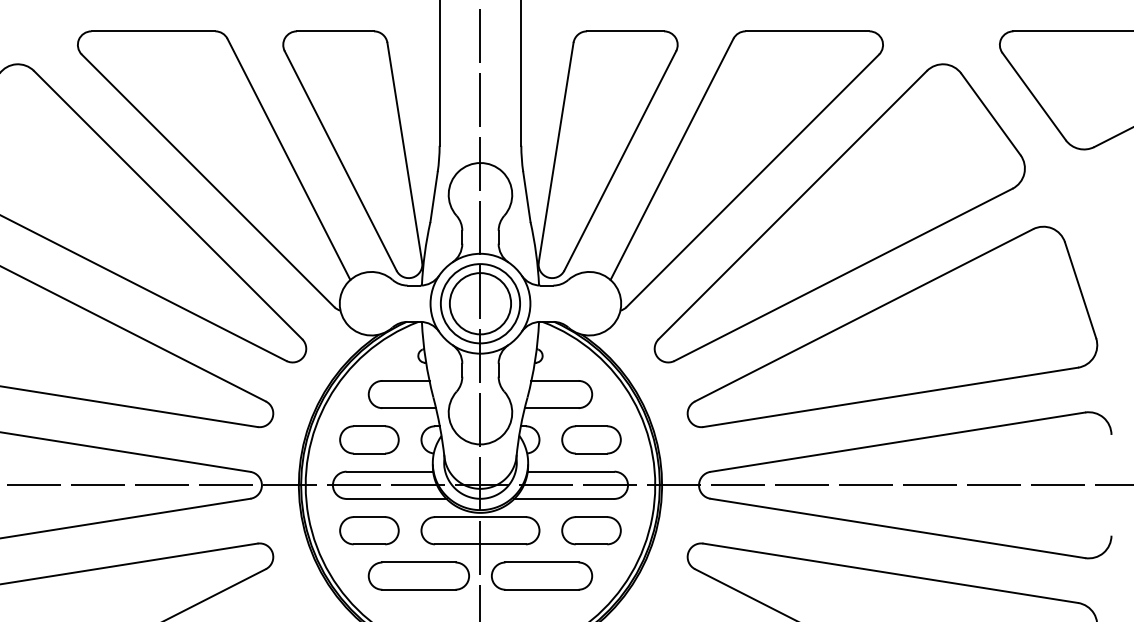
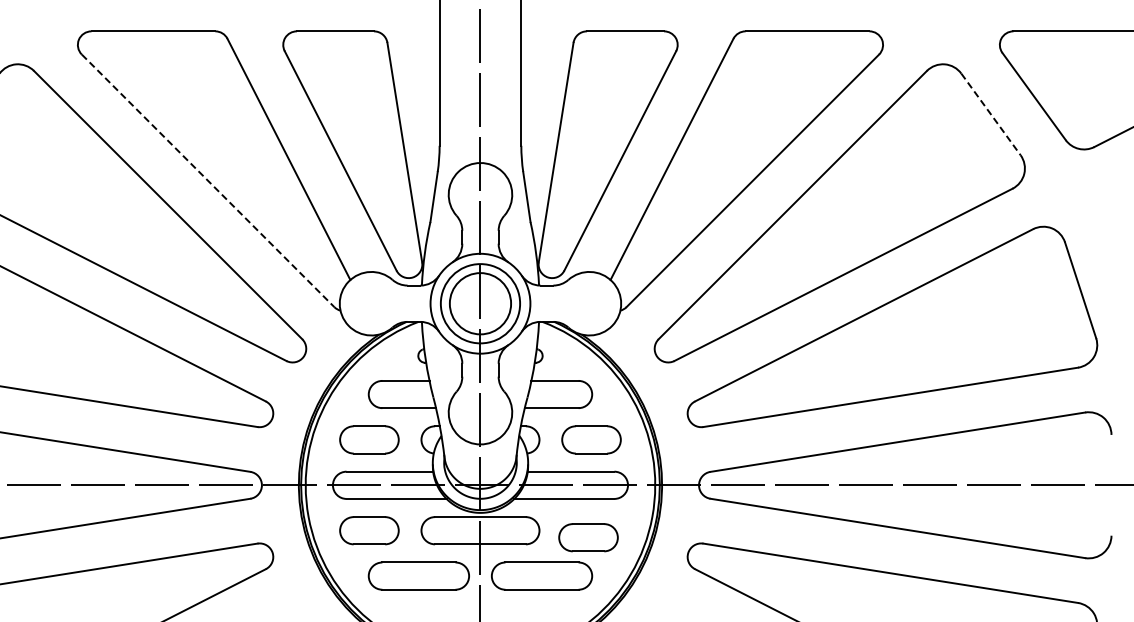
line at (991, 114): solid -> dashed
line at (208, 180): solid -> dashed
part at (591, 530) position: (591, 530) -> (588, 537)
